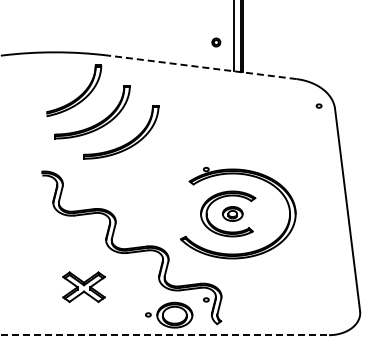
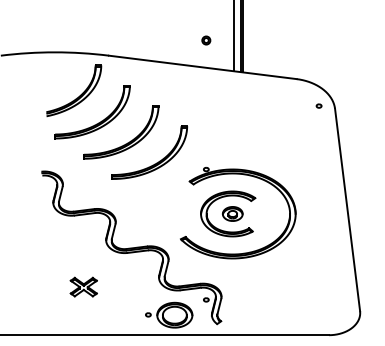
part at (216, 42) position: (216, 42) -> (206, 40)
line at (202, 67): dashed -> solid
part at (154, 163): none -> present
part at (83, 286) size: 44x32 px -> 29x22 px
line at (165, 335): dashed -> solid
